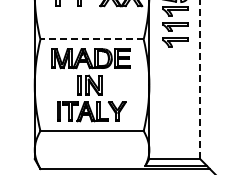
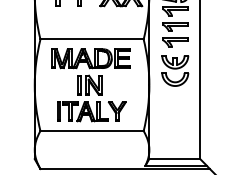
line at (92, 39): dashed -> solid
part at (175, 70): none -> present
line at (200, 79): dashed -> solid
